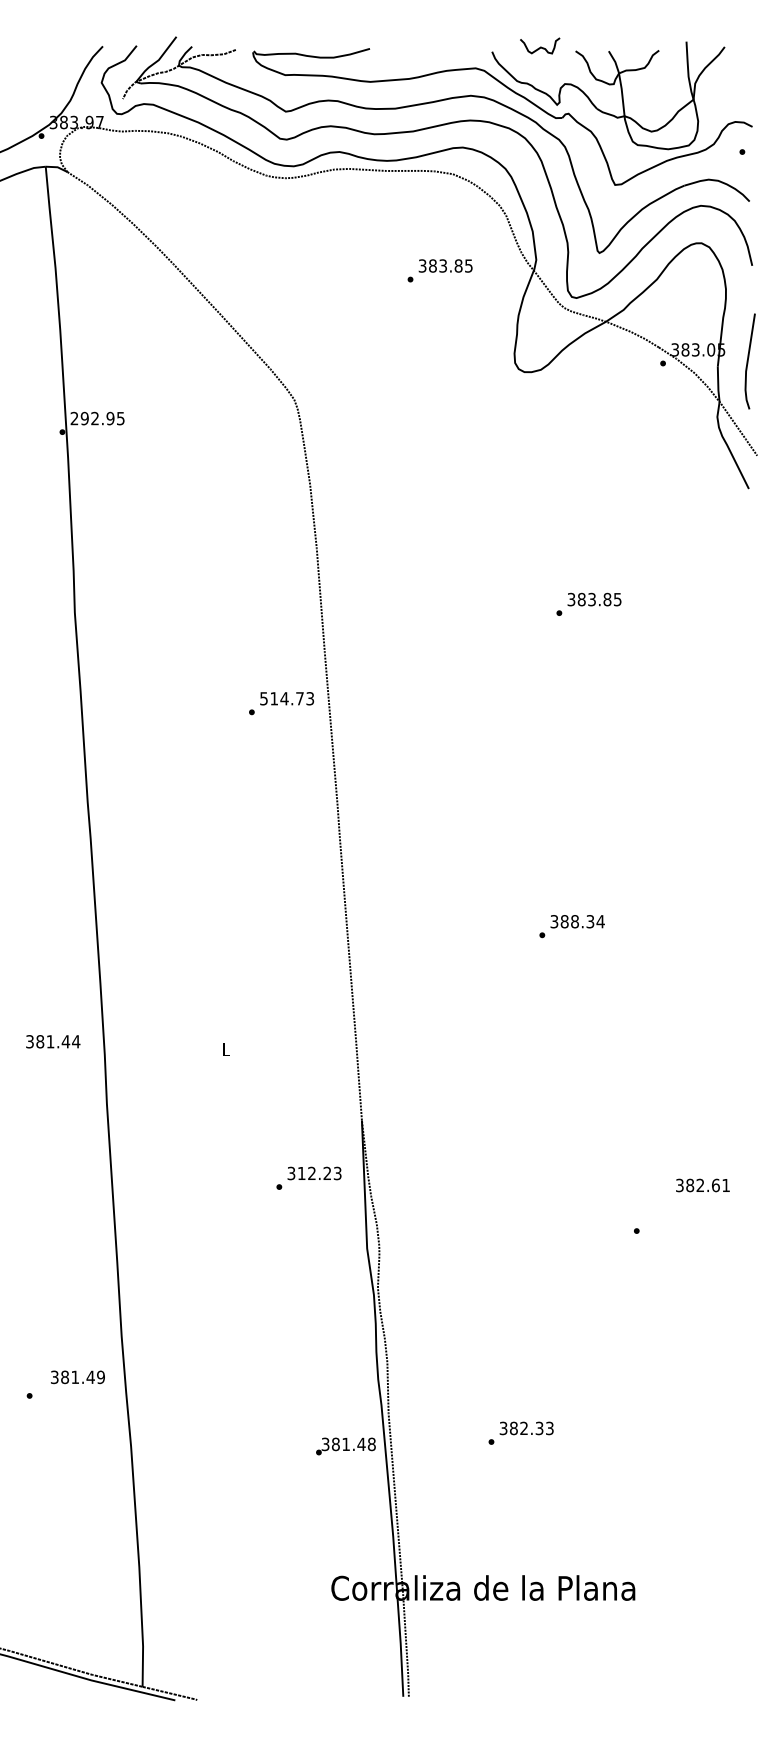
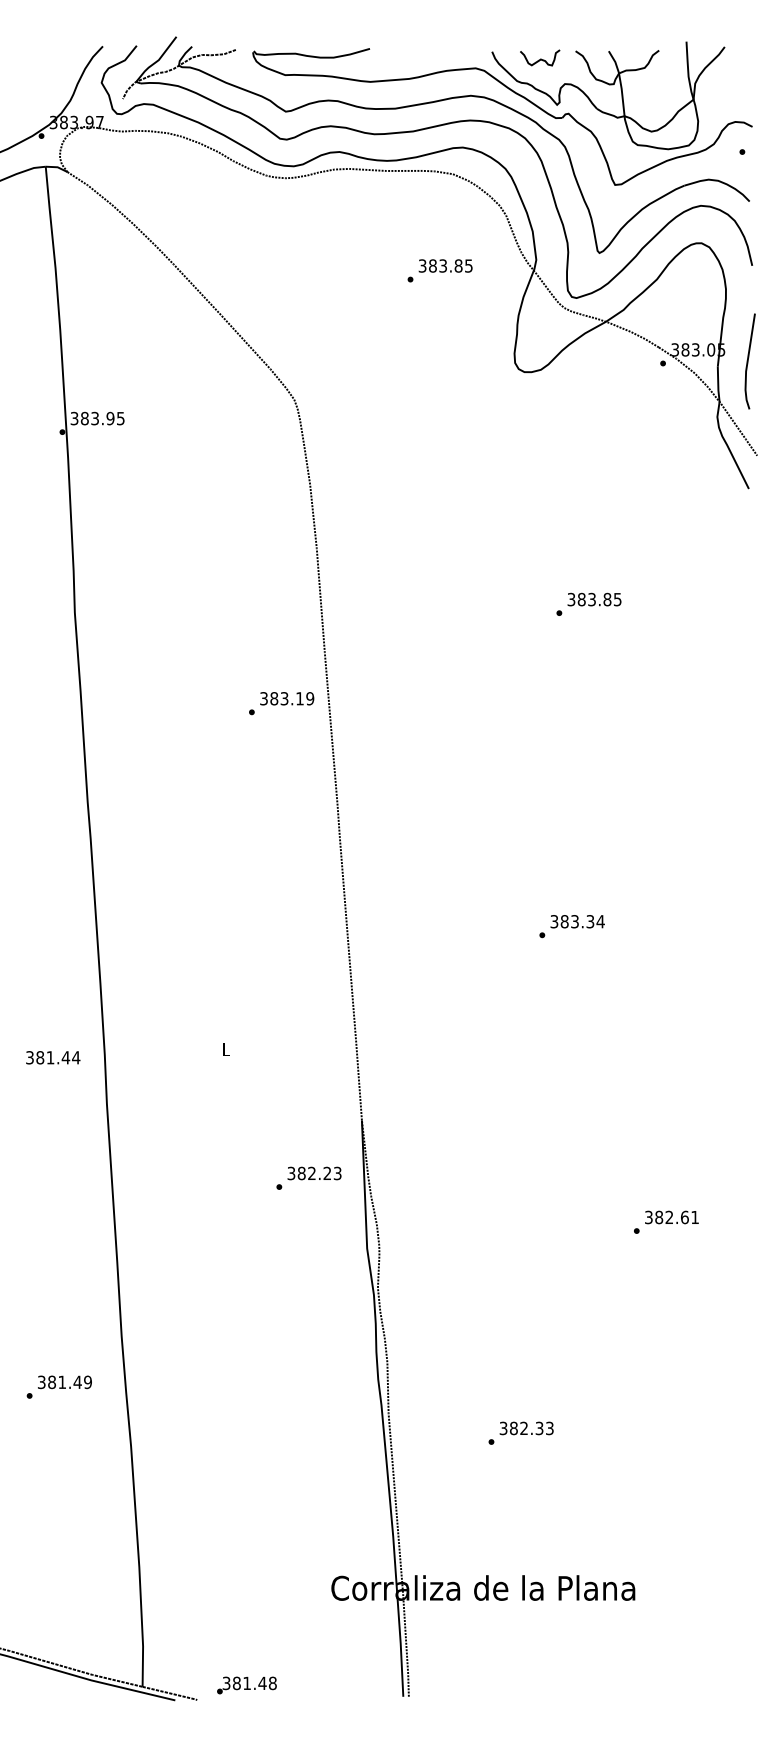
curve at (540, 46) position: (540, 46) -> (540, 58)
text at (84, 418): 292.95 -> 383.95
text at (287, 698): 514.73 -> 383.19
text at (574, 921): 388.34 -> 383.34
text at (53, 1041) position: (53, 1041) -> (53, 1057)
text at (301, 1173): 312.23 -> 382.23
text at (702, 1185) position: (702, 1185) -> (671, 1217)
text at (77, 1377) position: (77, 1377) -> (64, 1382)
text at (345, 1446) position: (345, 1446) -> (246, 1685)
